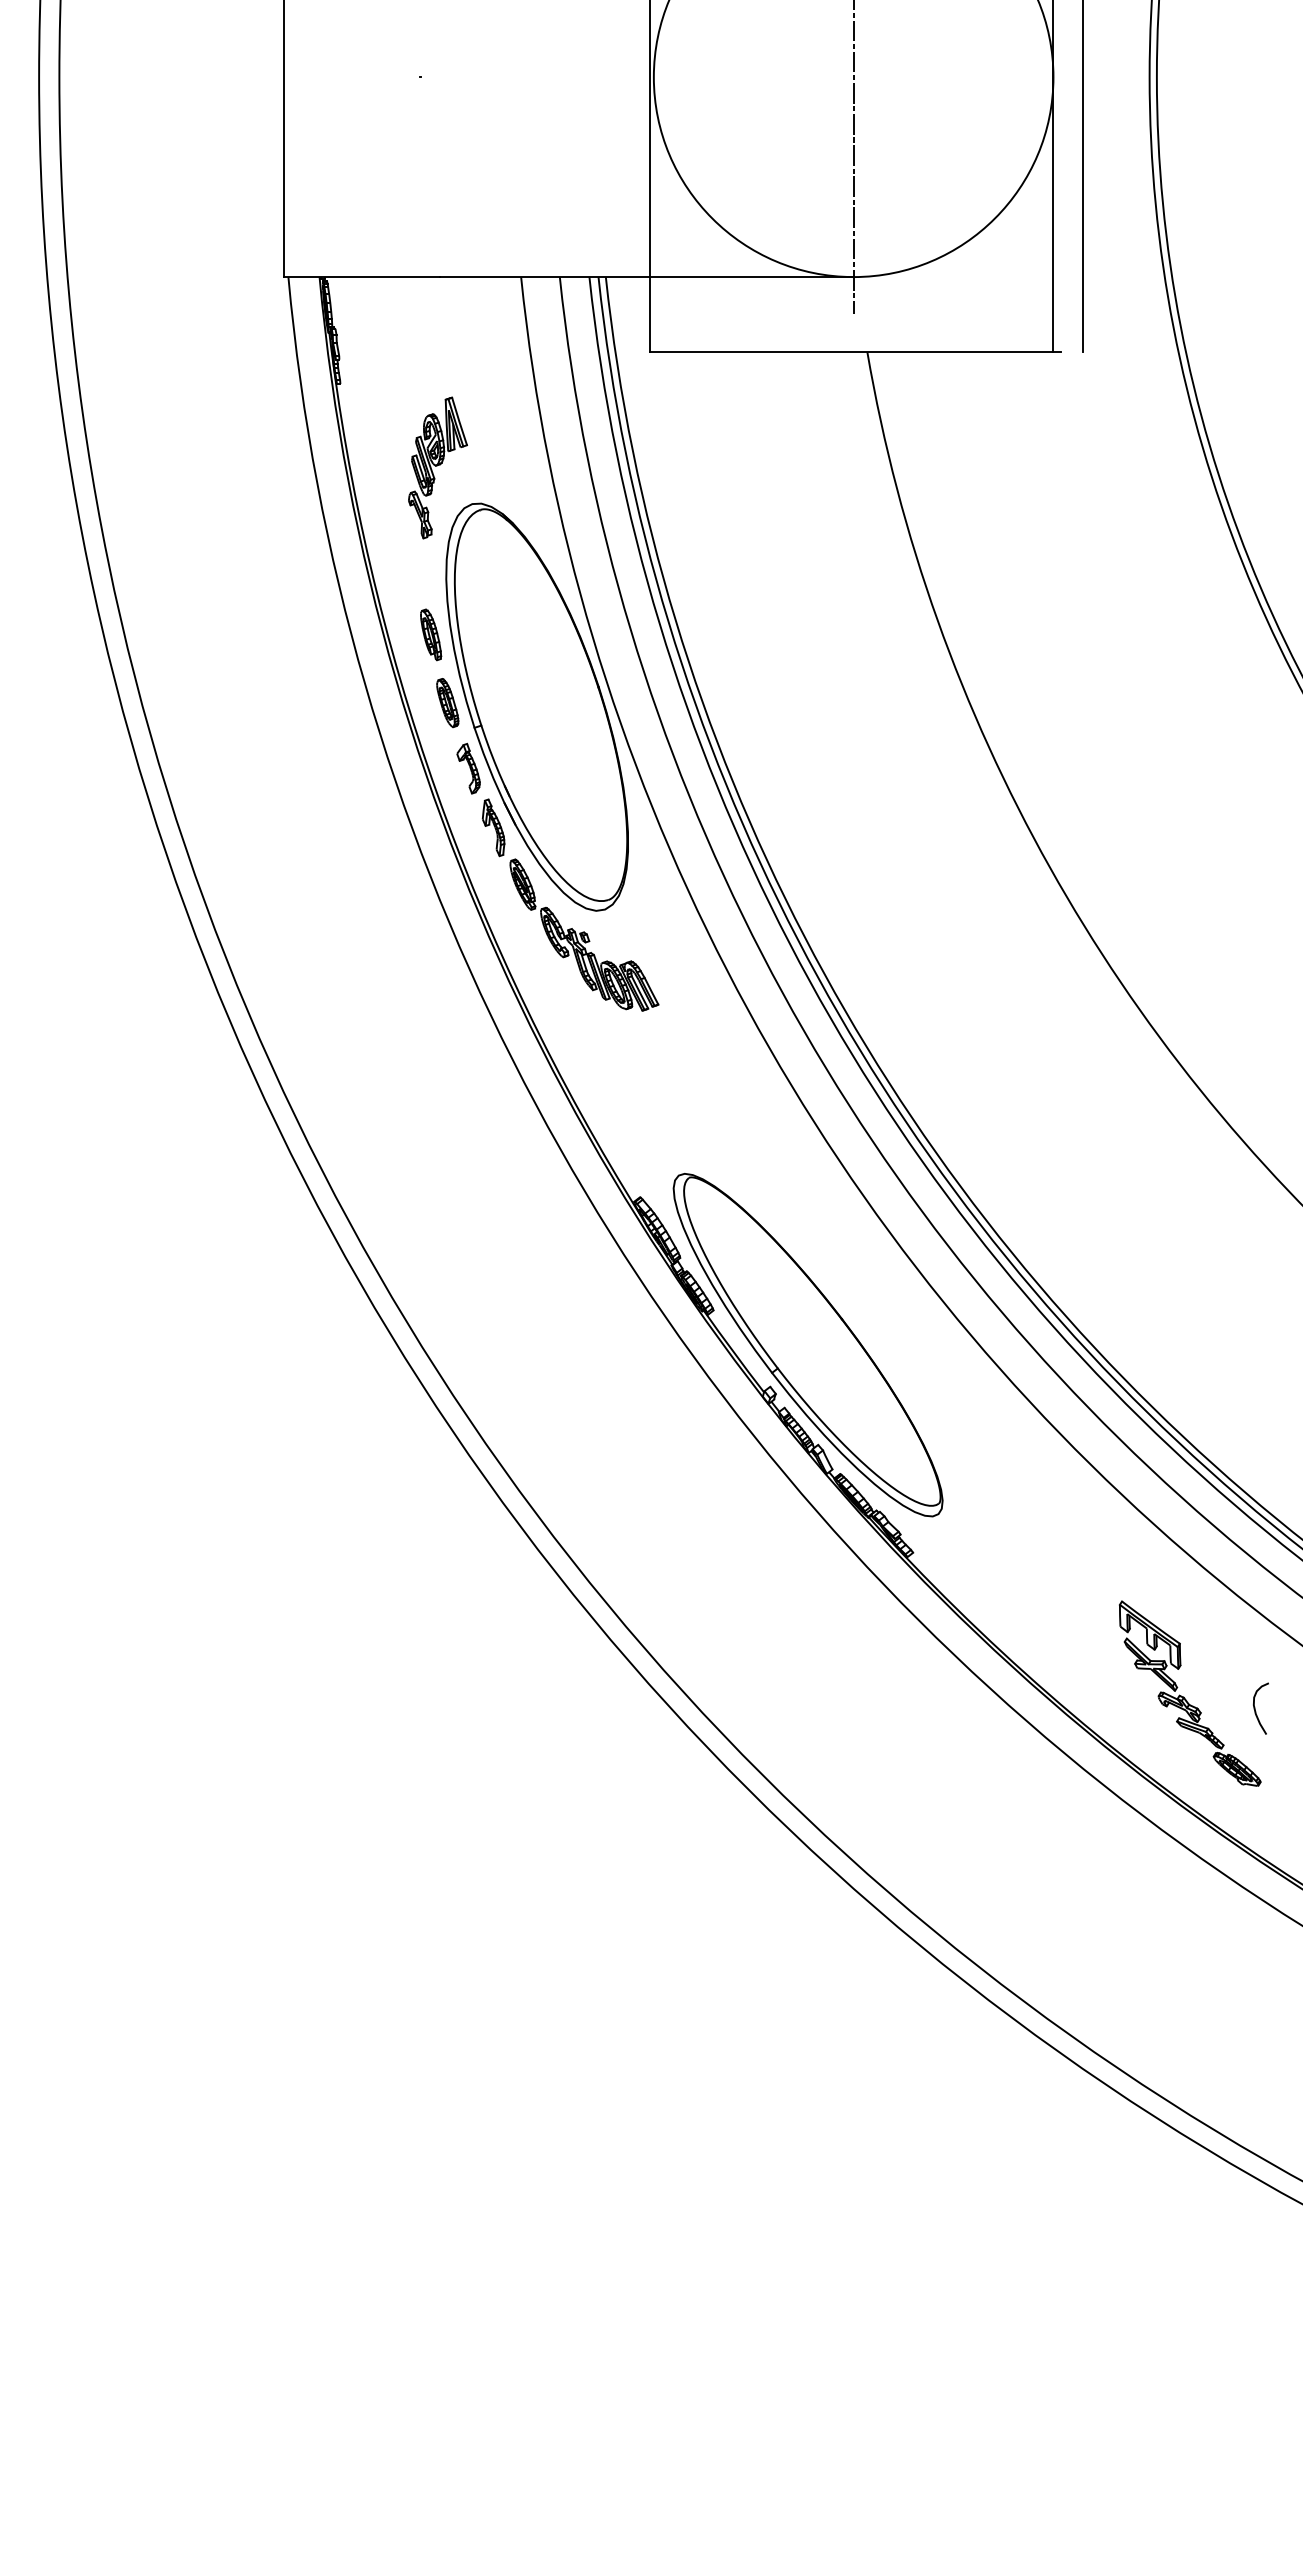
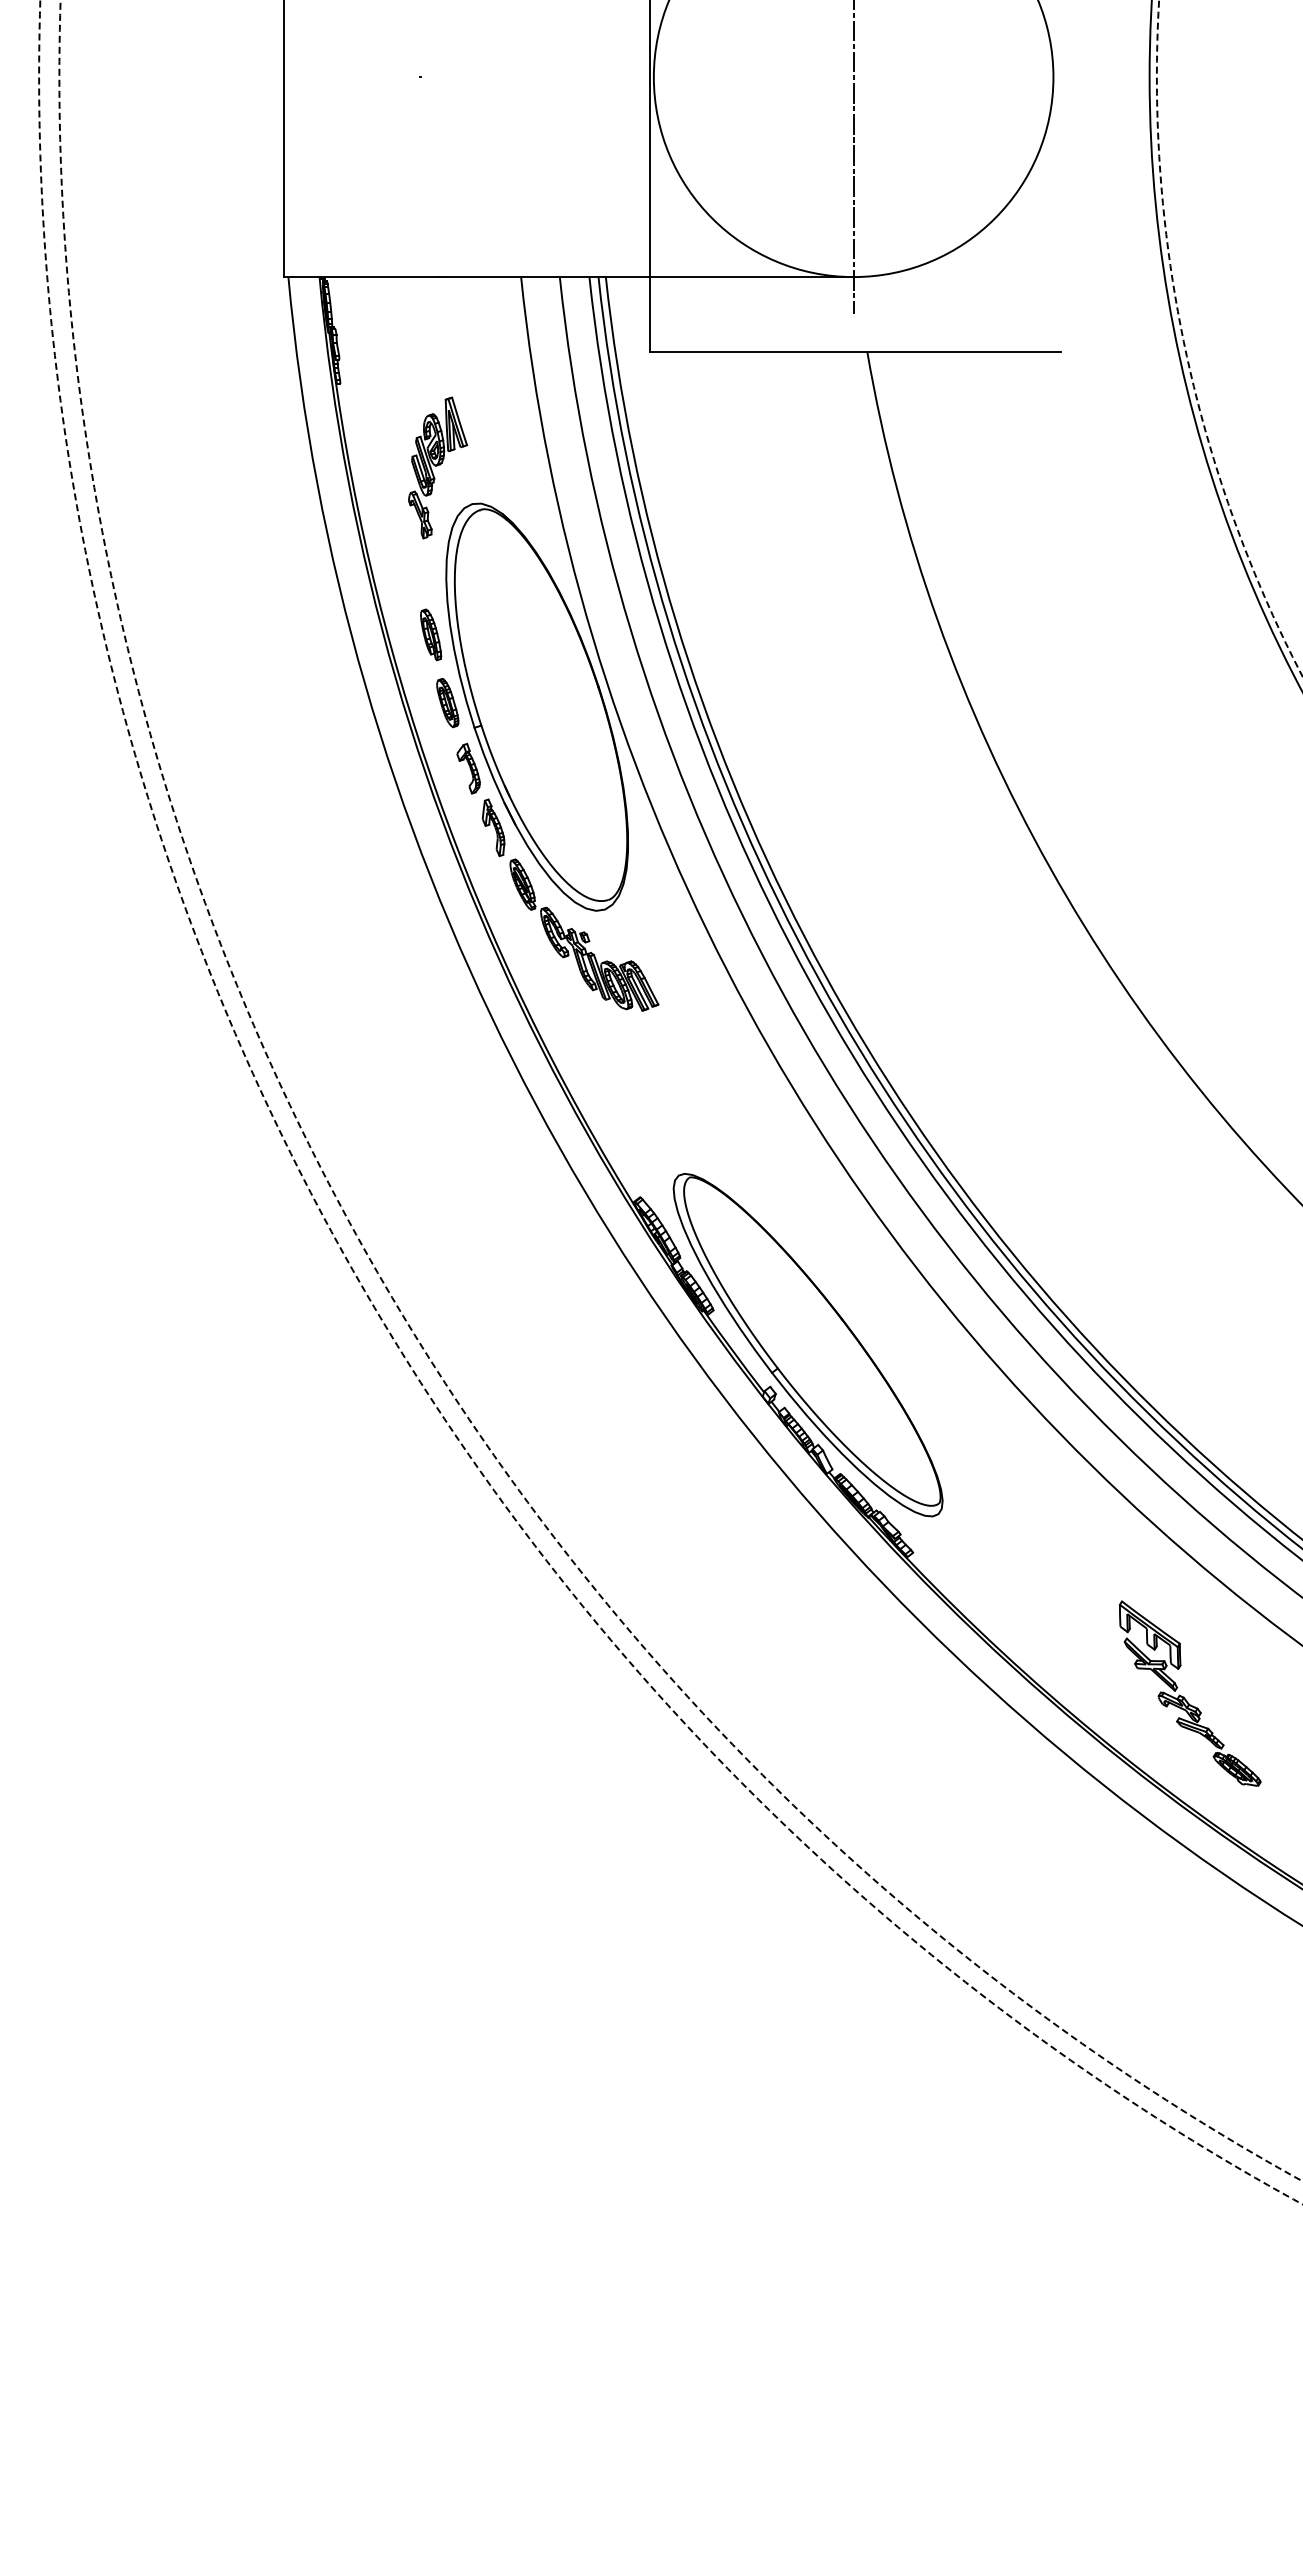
line at (1053, 177): present -> none
line at (1082, 177): present -> none
arc at (1185, 349): solid -> dashed
circle at (680, 1090): solid -> dashed
circle at (670, 1102): solid -> dashed
curve at (1255, 1708): present -> none
